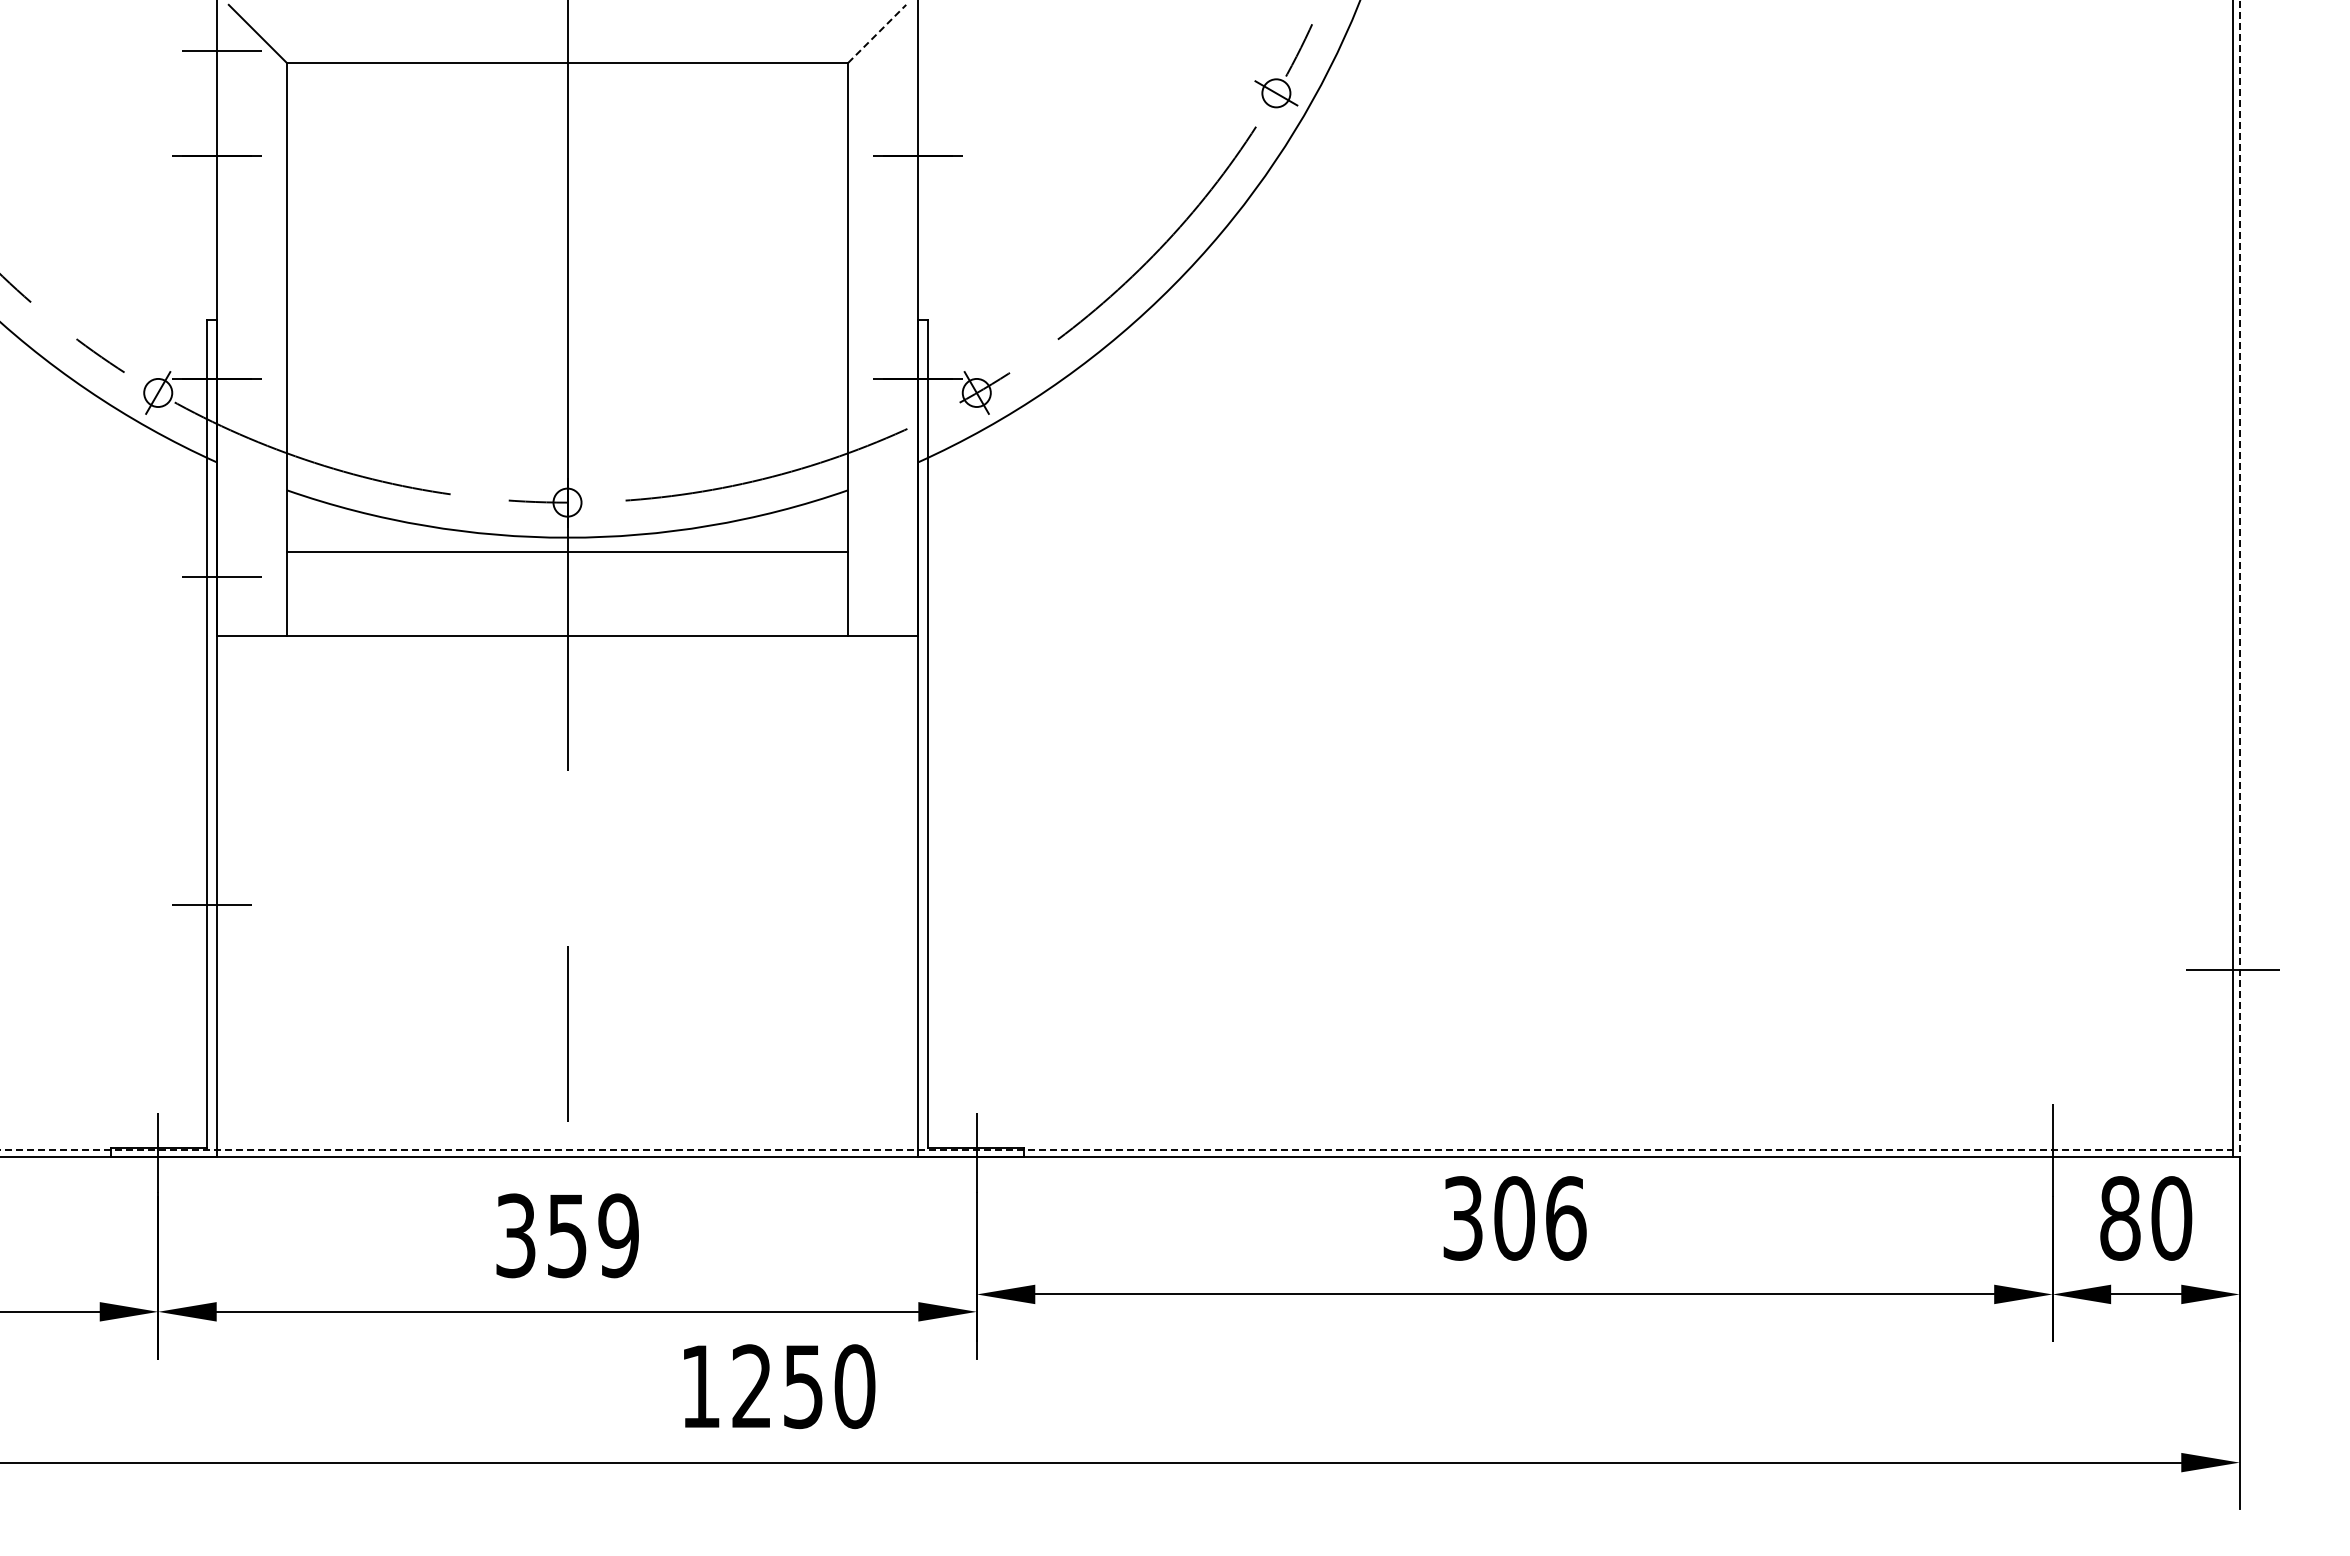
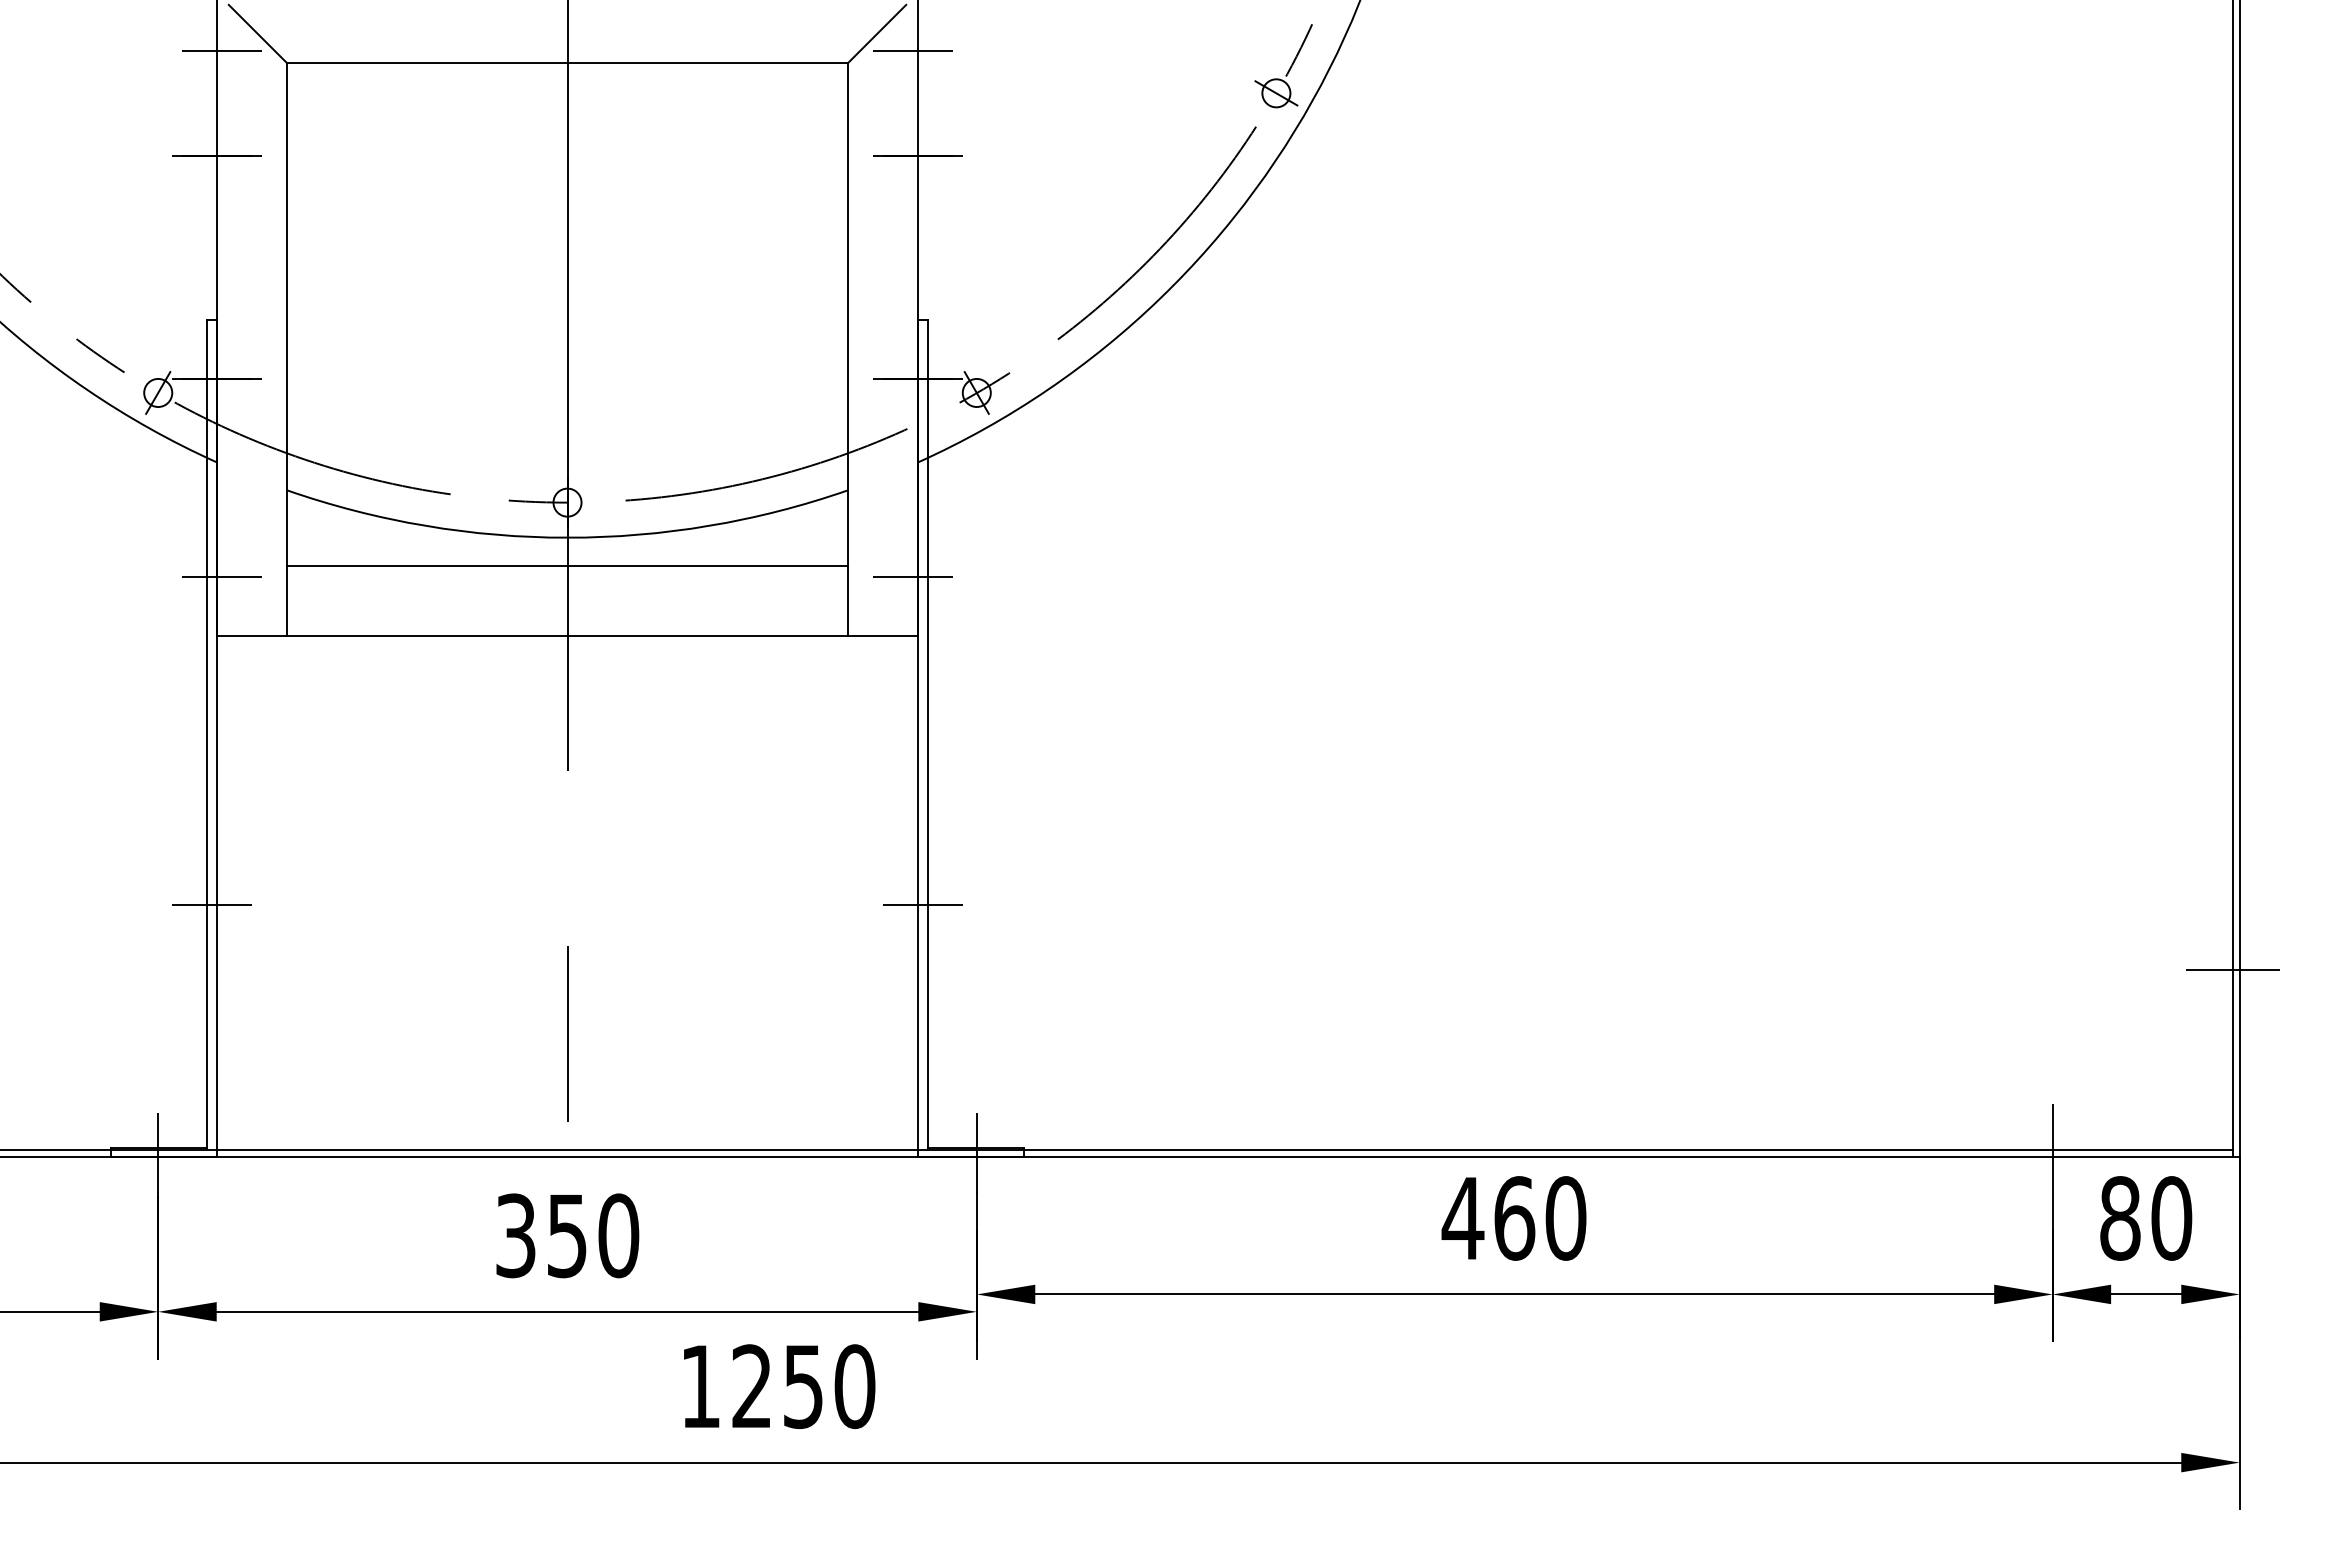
line at (877, 33): dashed -> solid
line at (912, 51): none -> present
line at (567, 551) position: (567, 551) -> (567, 565)
line at (912, 577): none -> present
line at (2239, 579): dashed -> solid
line at (922, 904): none -> present
line at (1116, 1150): dashed -> solid
text at (1513, 1218): 306 -> 460
text at (618, 1235): 359 -> 350
